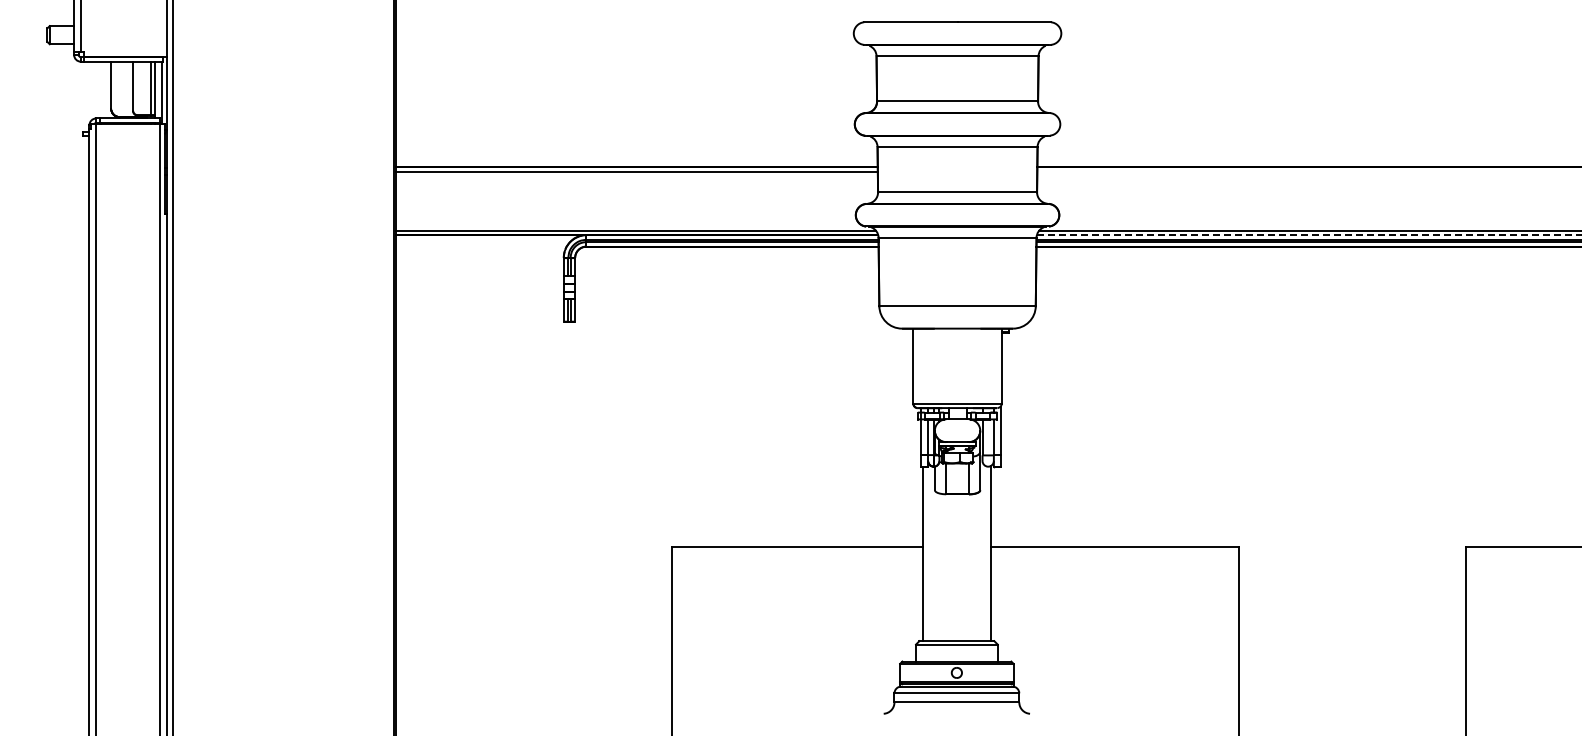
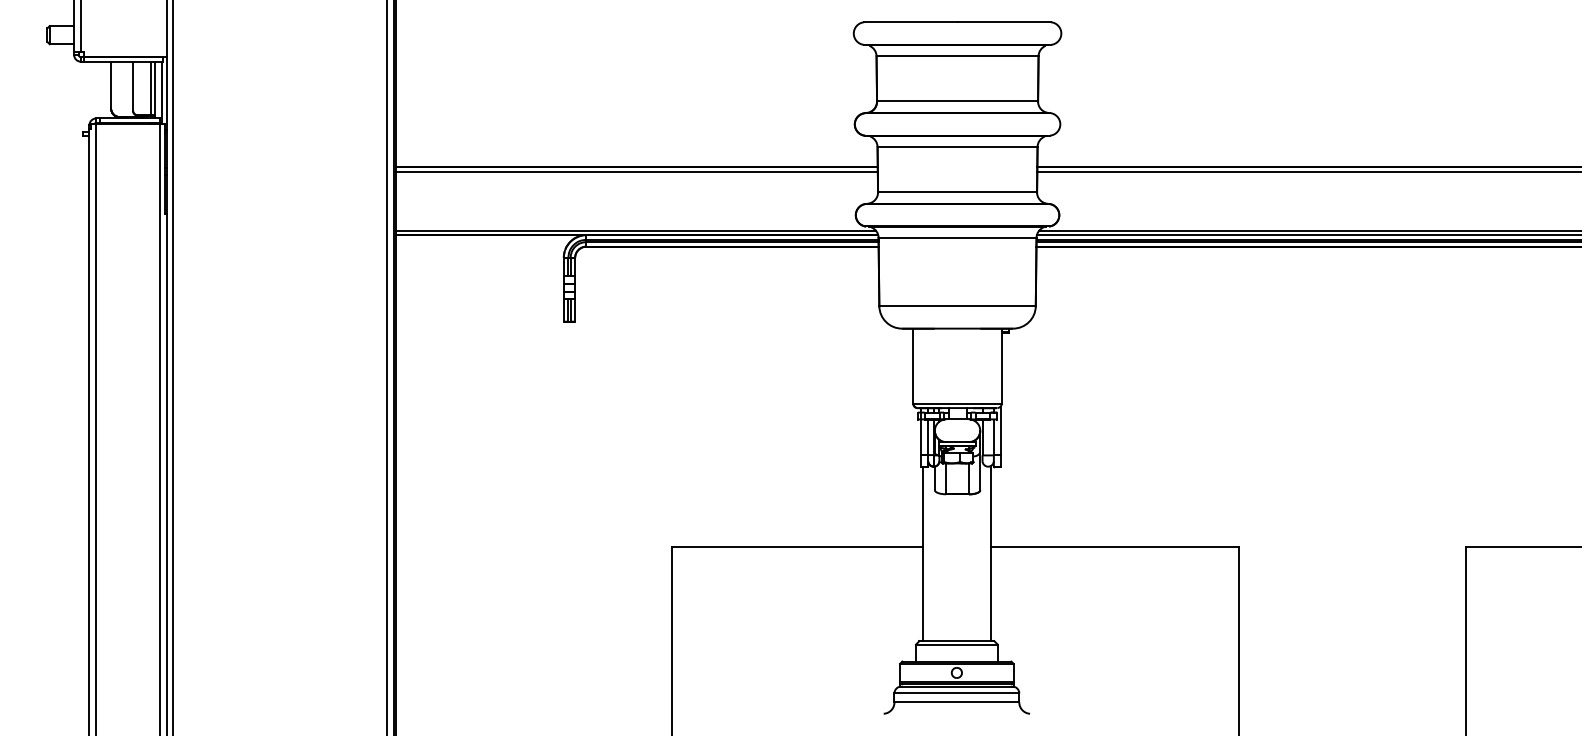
line at (1307, 171): none -> present
line at (1309, 235): dashed -> solid
line at (386, 367): none -> present
